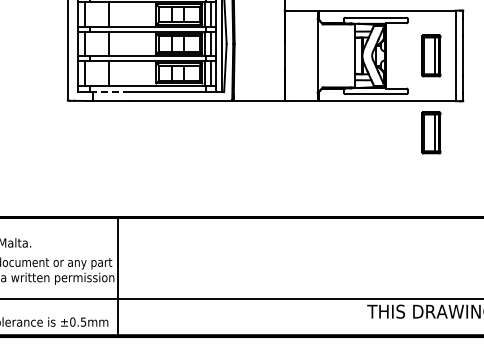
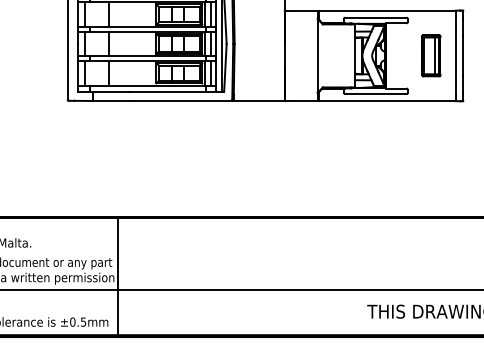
line at (111, 92): dashed -> solid
part at (431, 132): present -> none
line at (241, 299) position: (241, 299) -> (241, 290)
